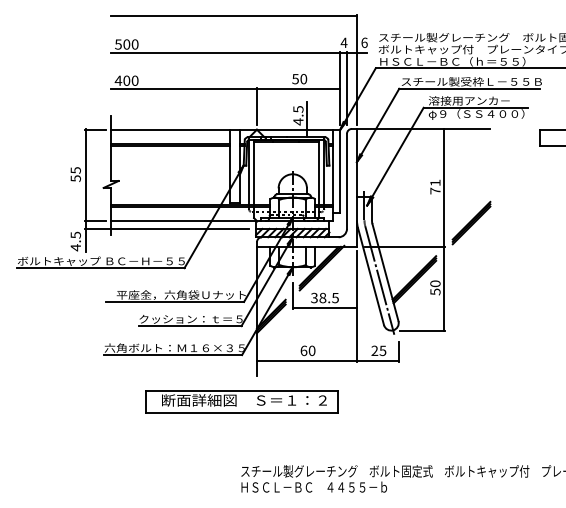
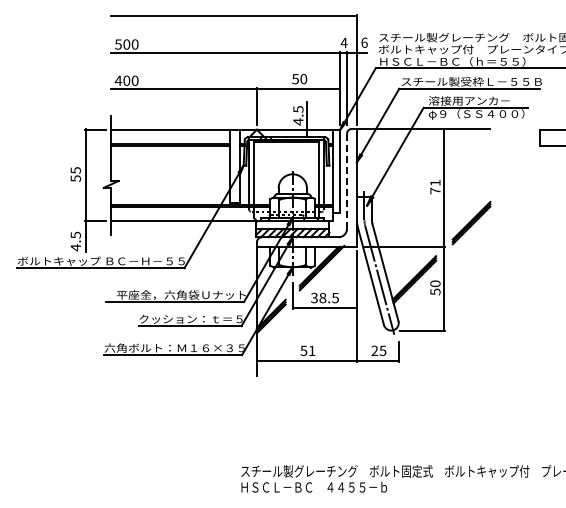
line at (346, 181): solid -> dashed
line at (166, 228): present -> none
text at (307, 350): 60 -> 51
part at (241, 401): present -> none
